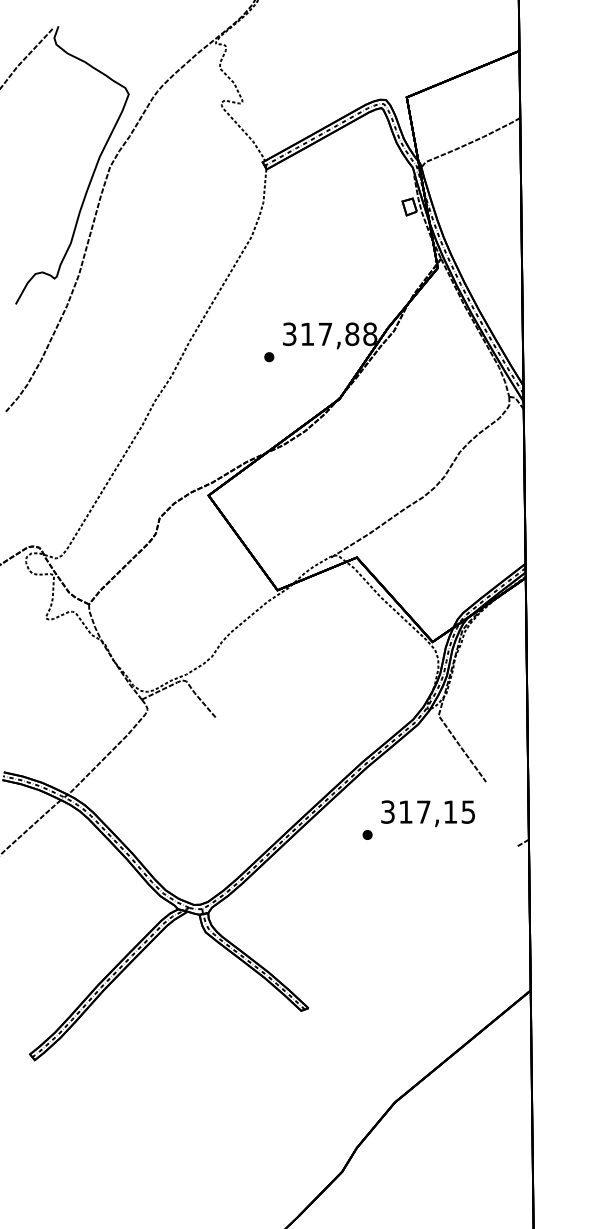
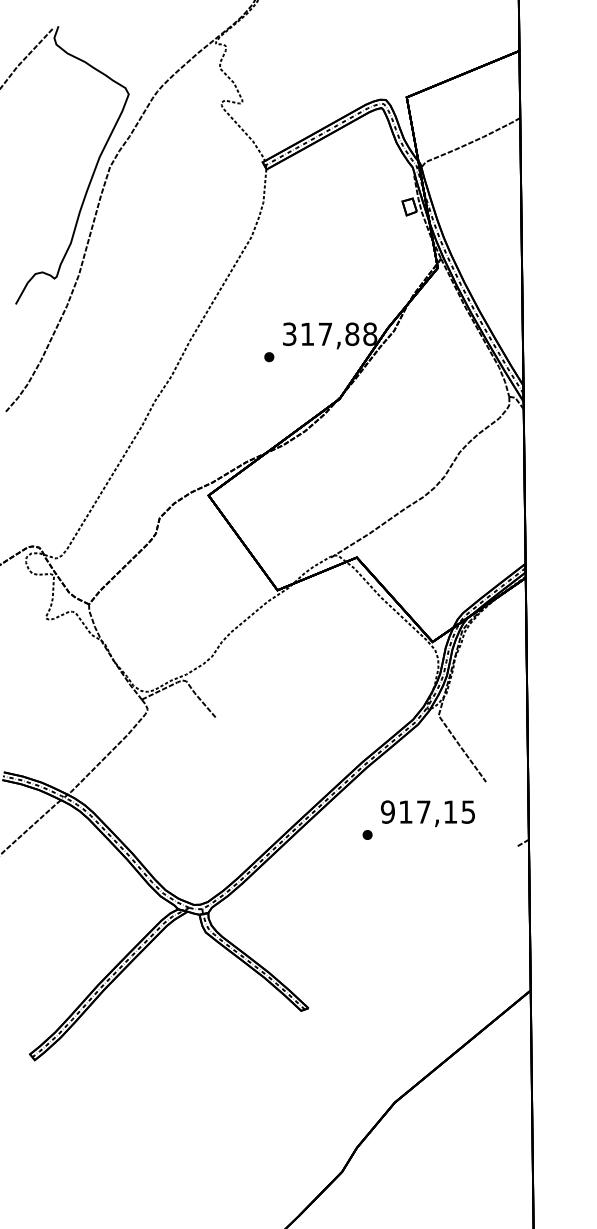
text at (387, 811): 317,15 -> 917,15
